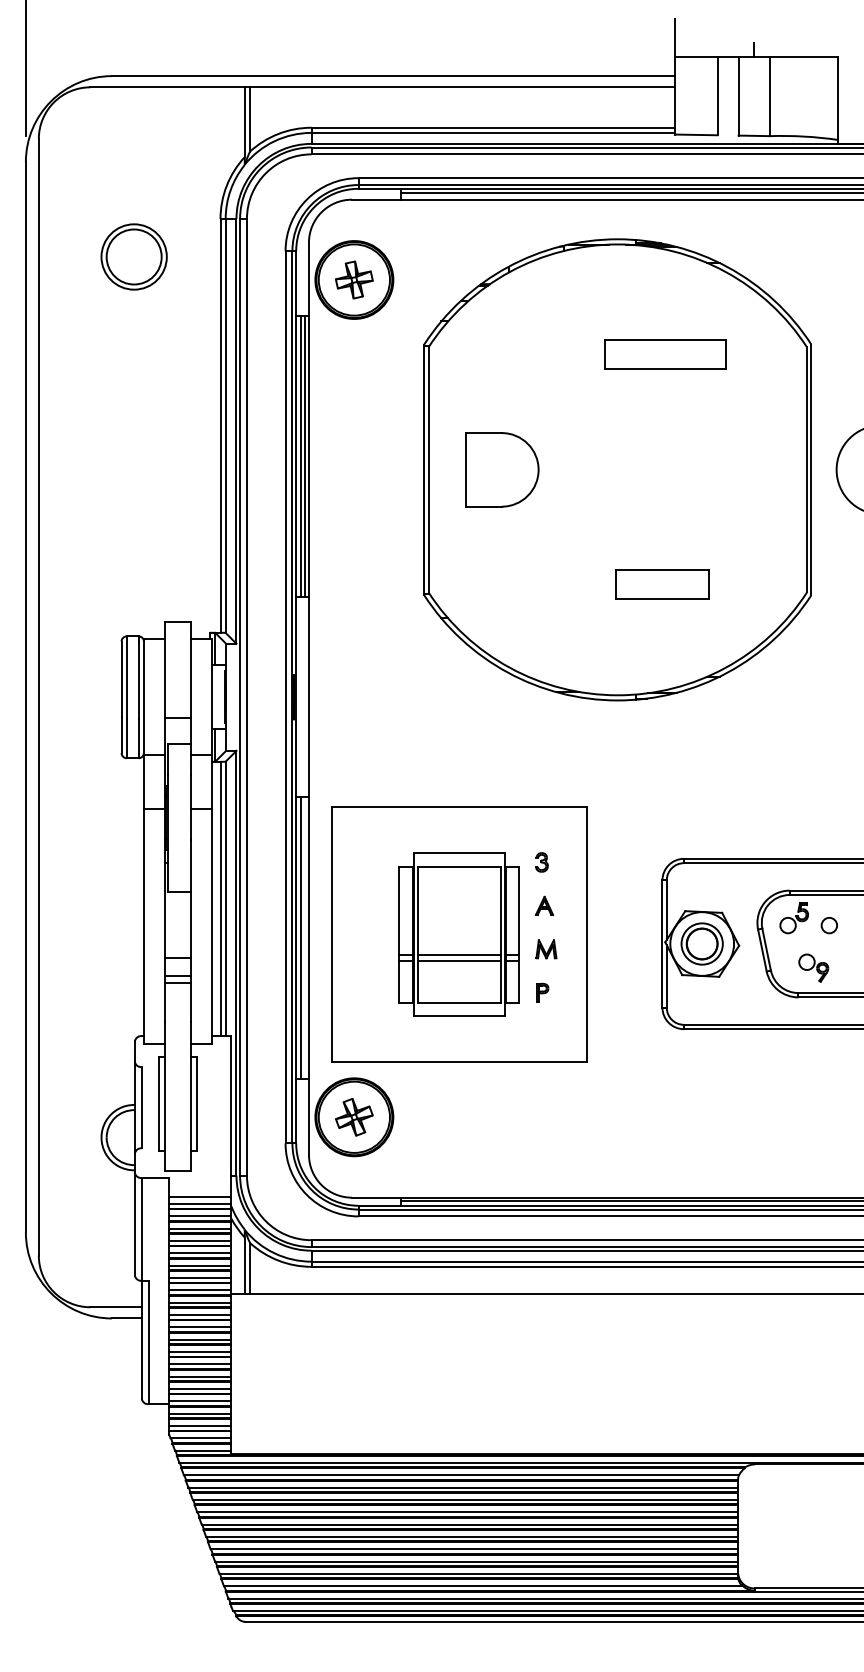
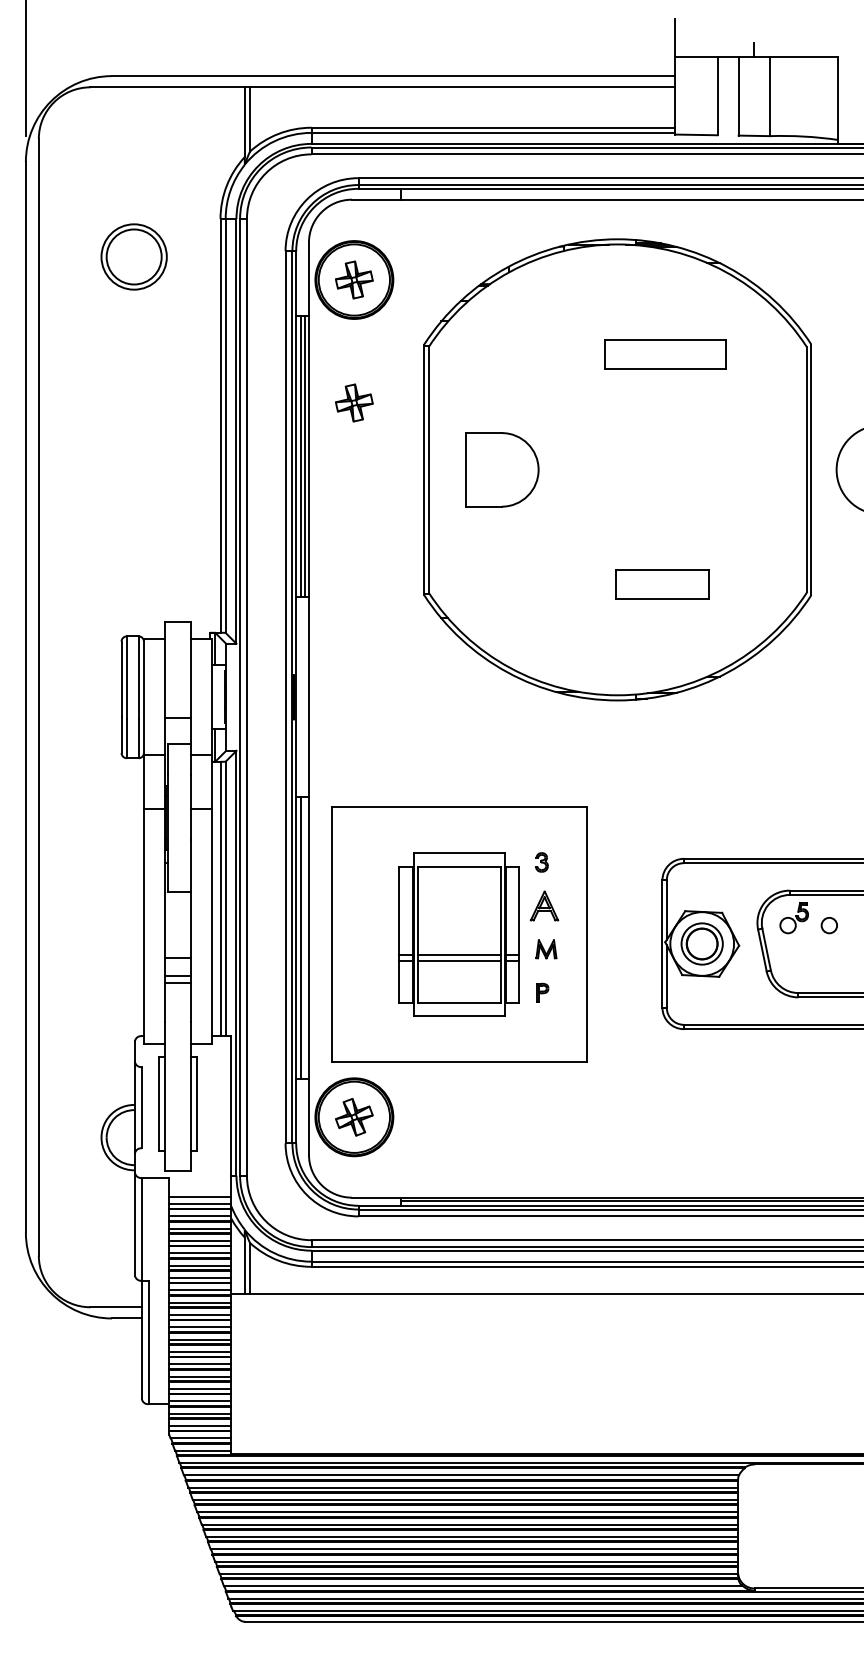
line at (630, 193): present -> none
part at (354, 402): none -> present
part at (544, 905) size: 19x21 px -> 31x32 px
part at (813, 967): present -> none
